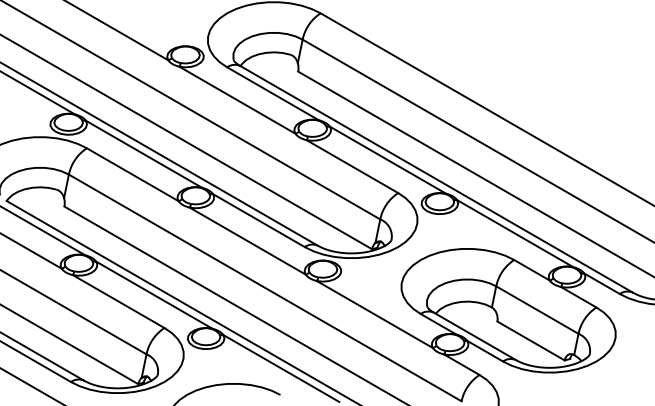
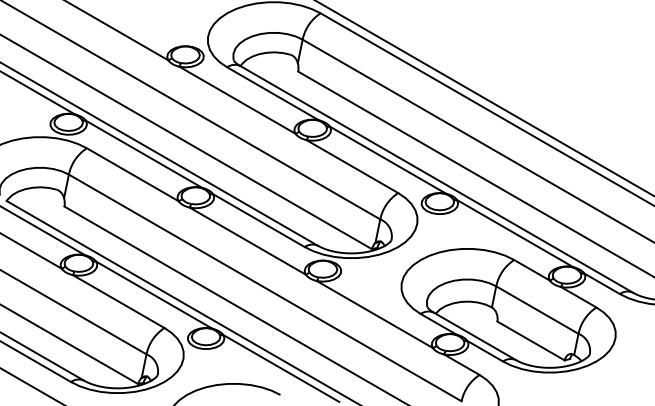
line at (484, 98): none -> present
